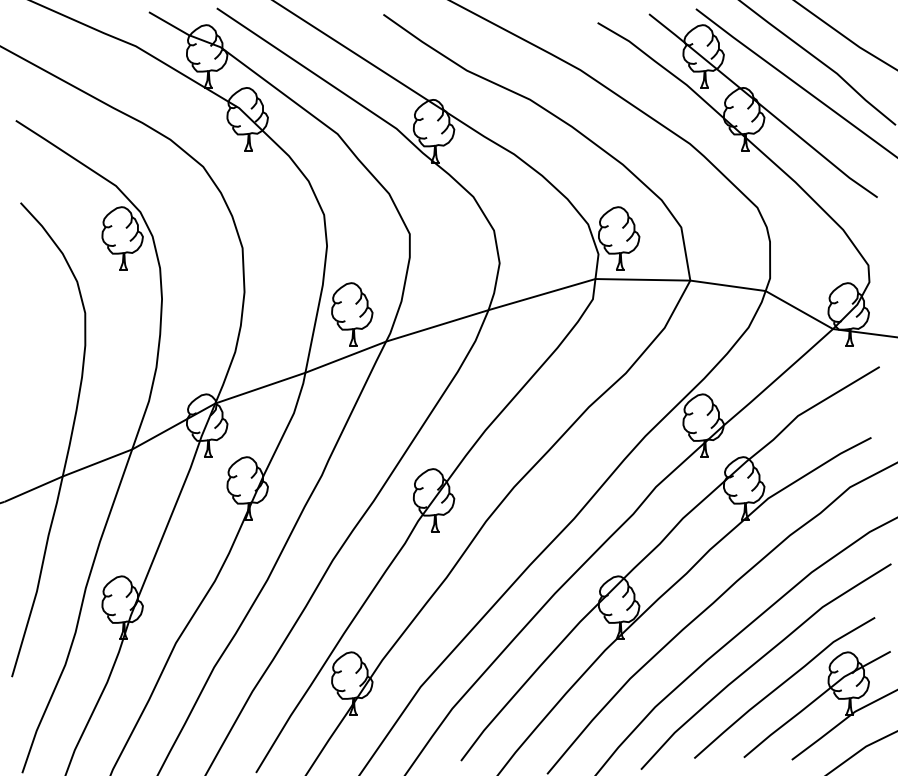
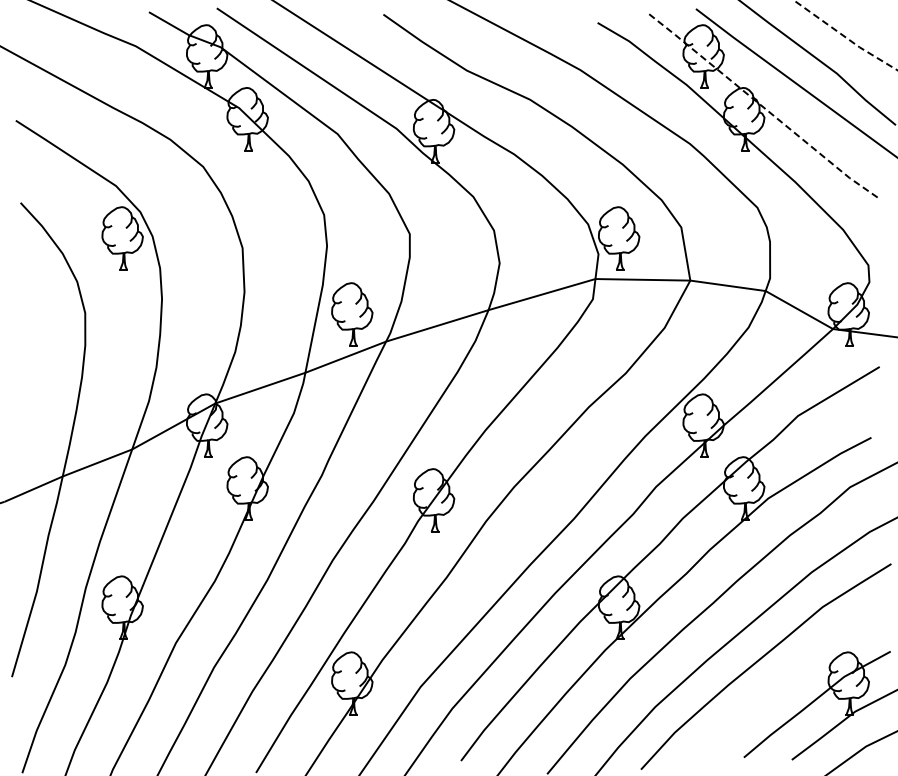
line at (845, 36): solid -> dashed
line at (762, 106): solid -> dashed
curve at (782, 685): present -> none
